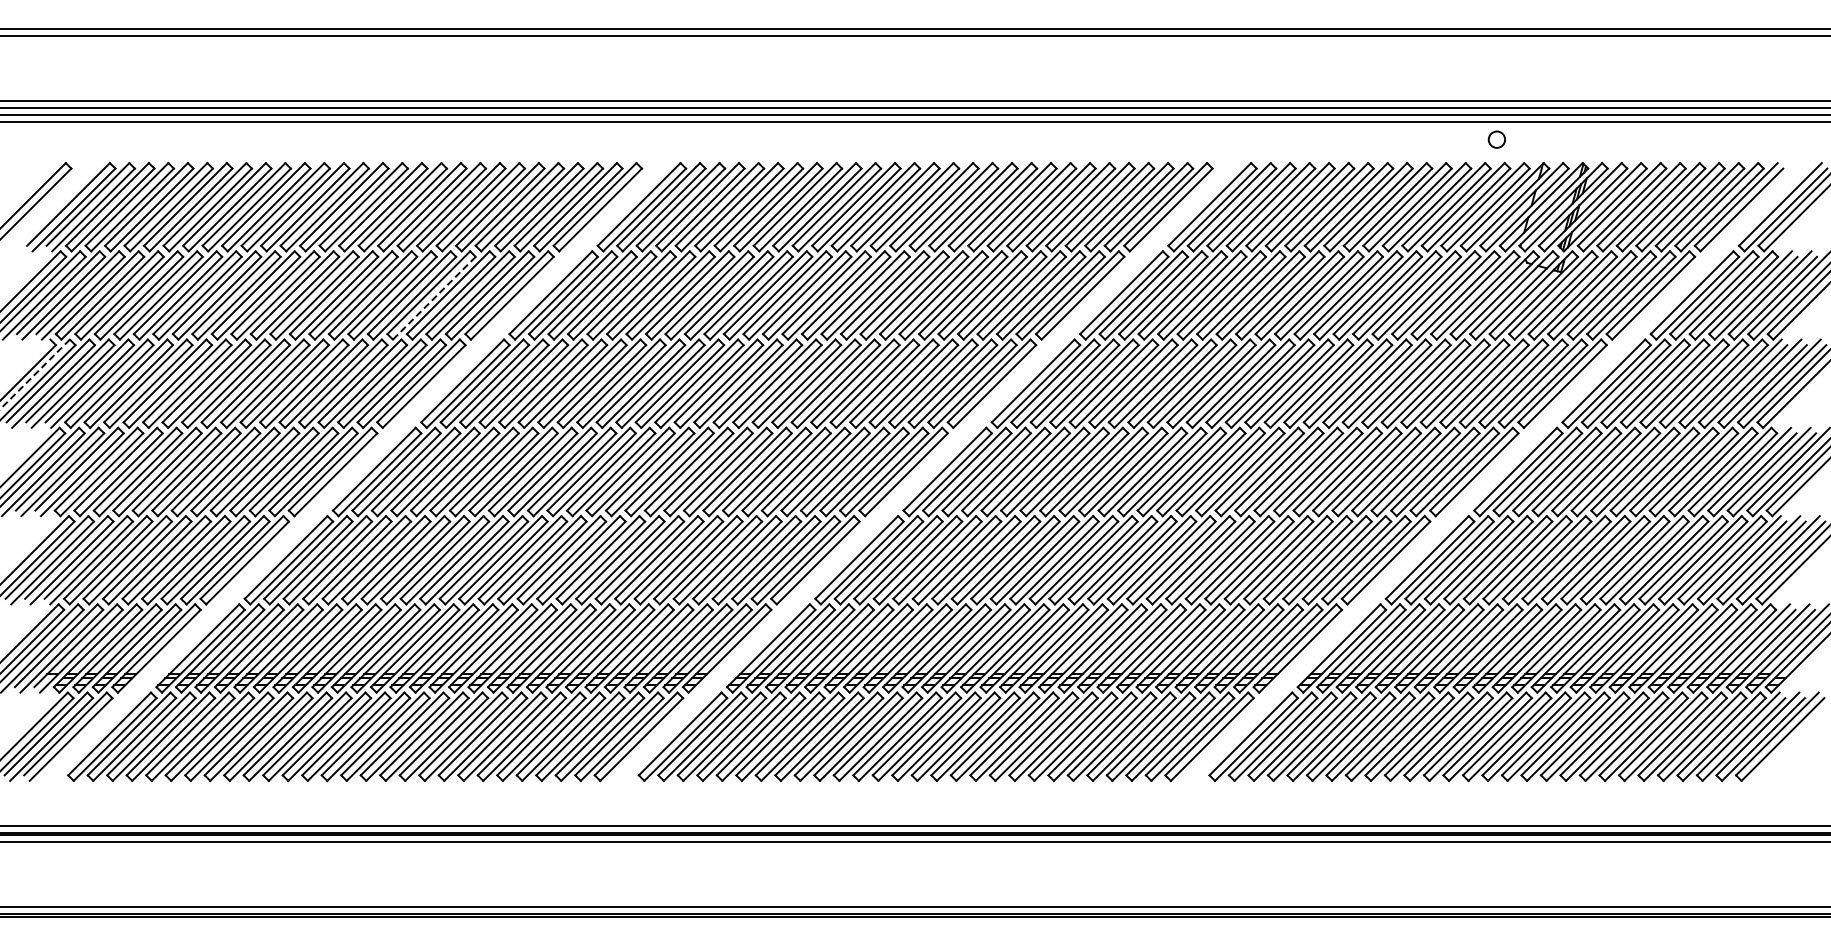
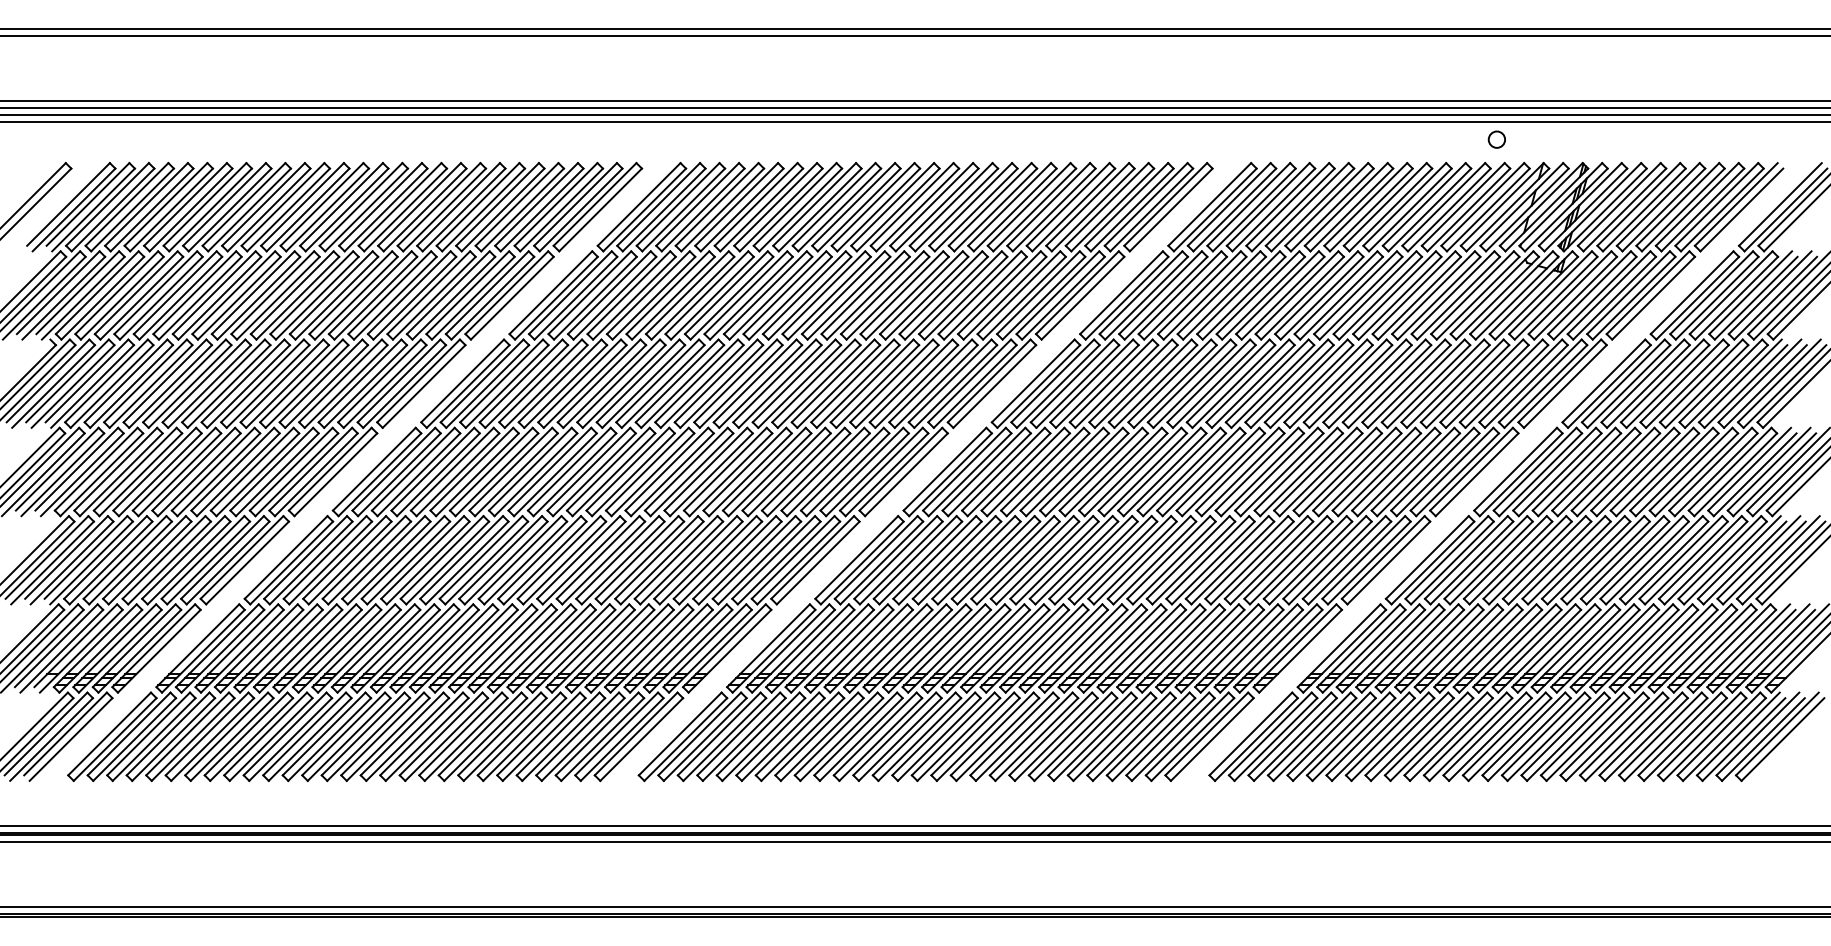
line at (434, 297): dashed -> solid
line at (35, 374): dashed -> solid
